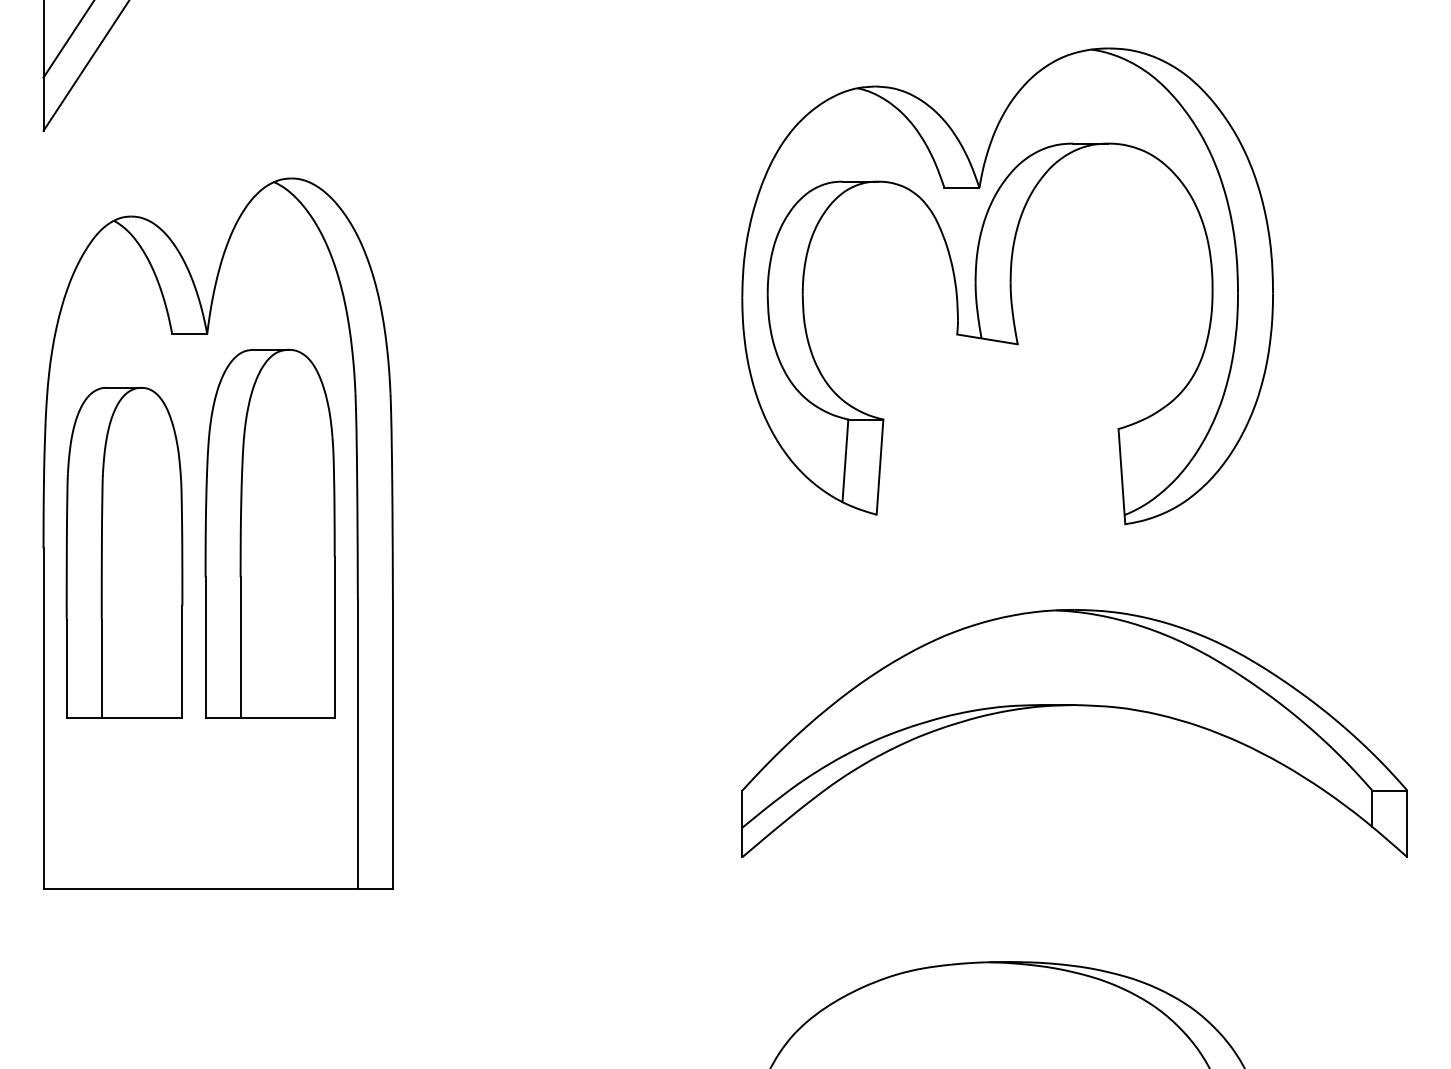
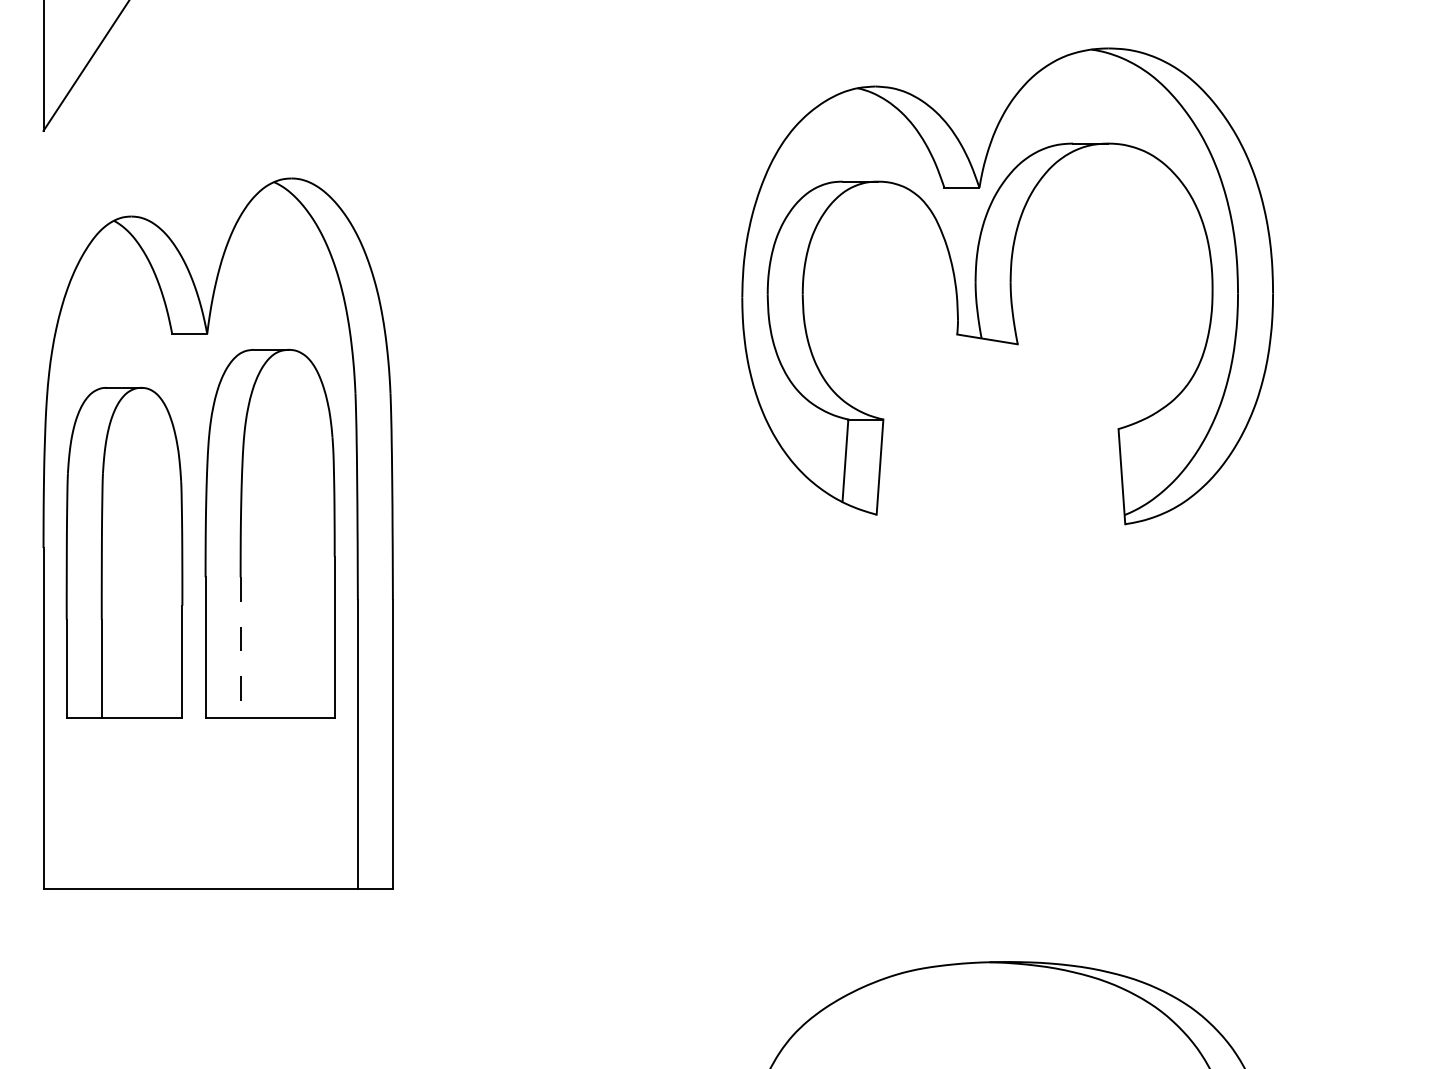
line at (68, 39): present -> none
line at (240, 647): solid -> dashed
part at (1078, 706): present -> none
